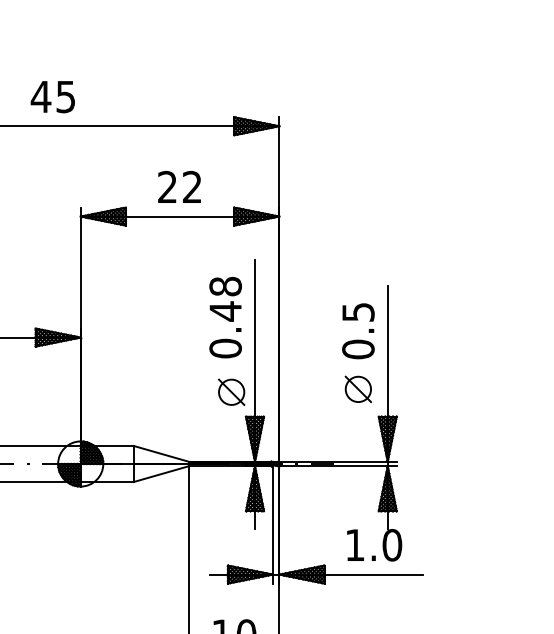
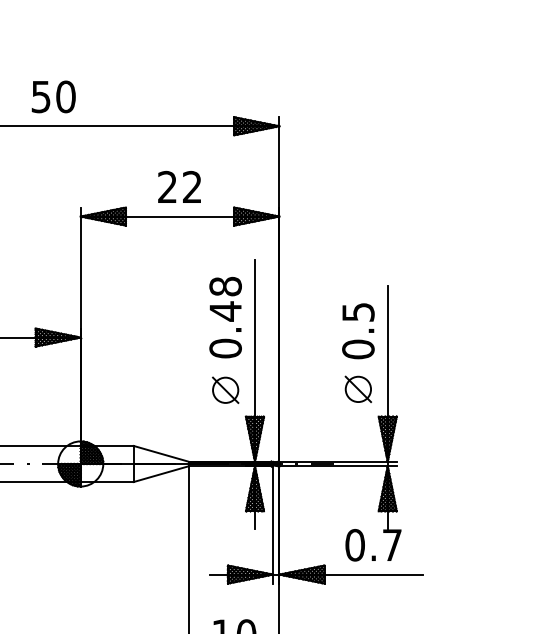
text at (52, 96): 45 -> 50
part at (231, 391) position: (231, 391) -> (225, 389)
text at (373, 545): 1.0 -> 0.7
